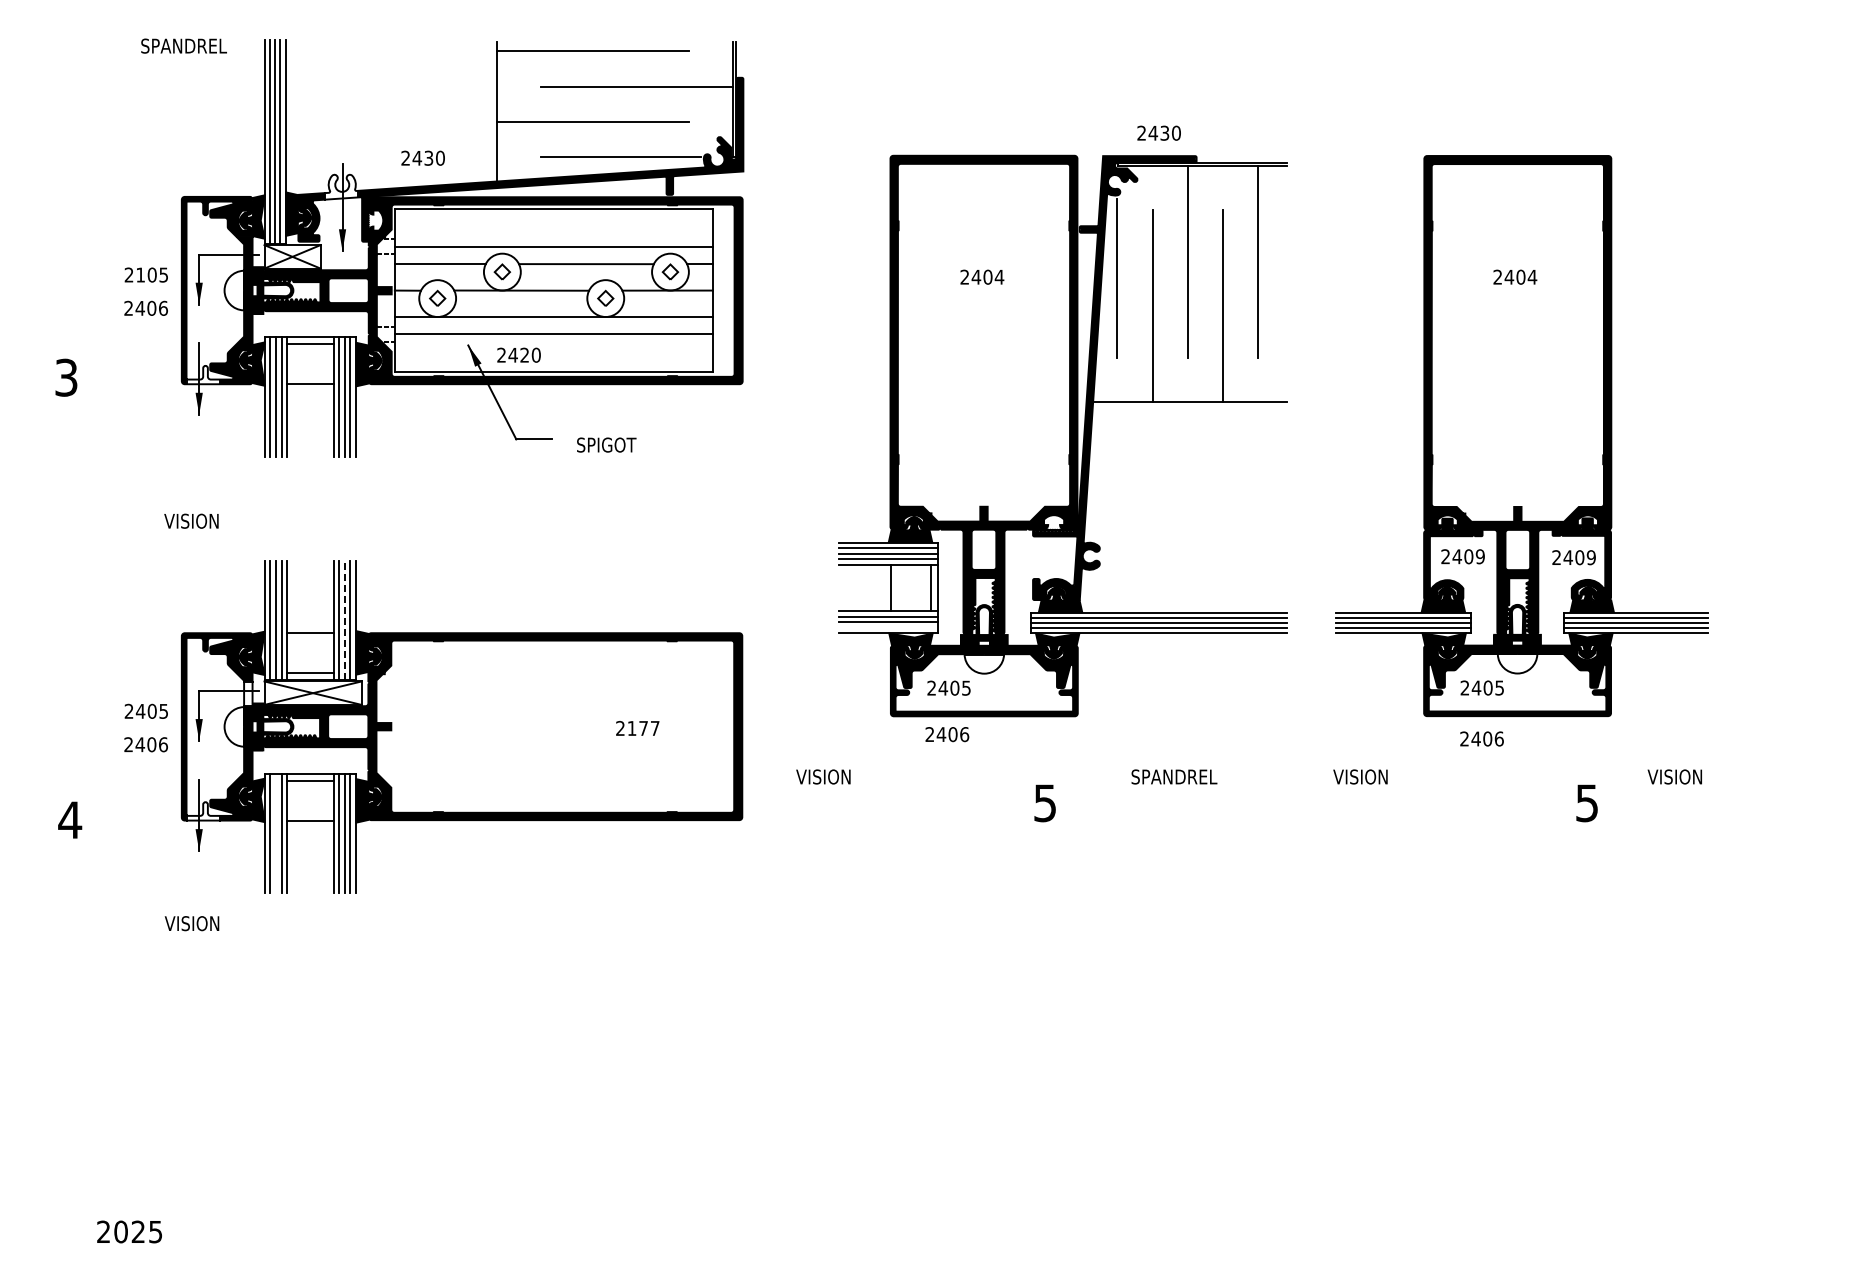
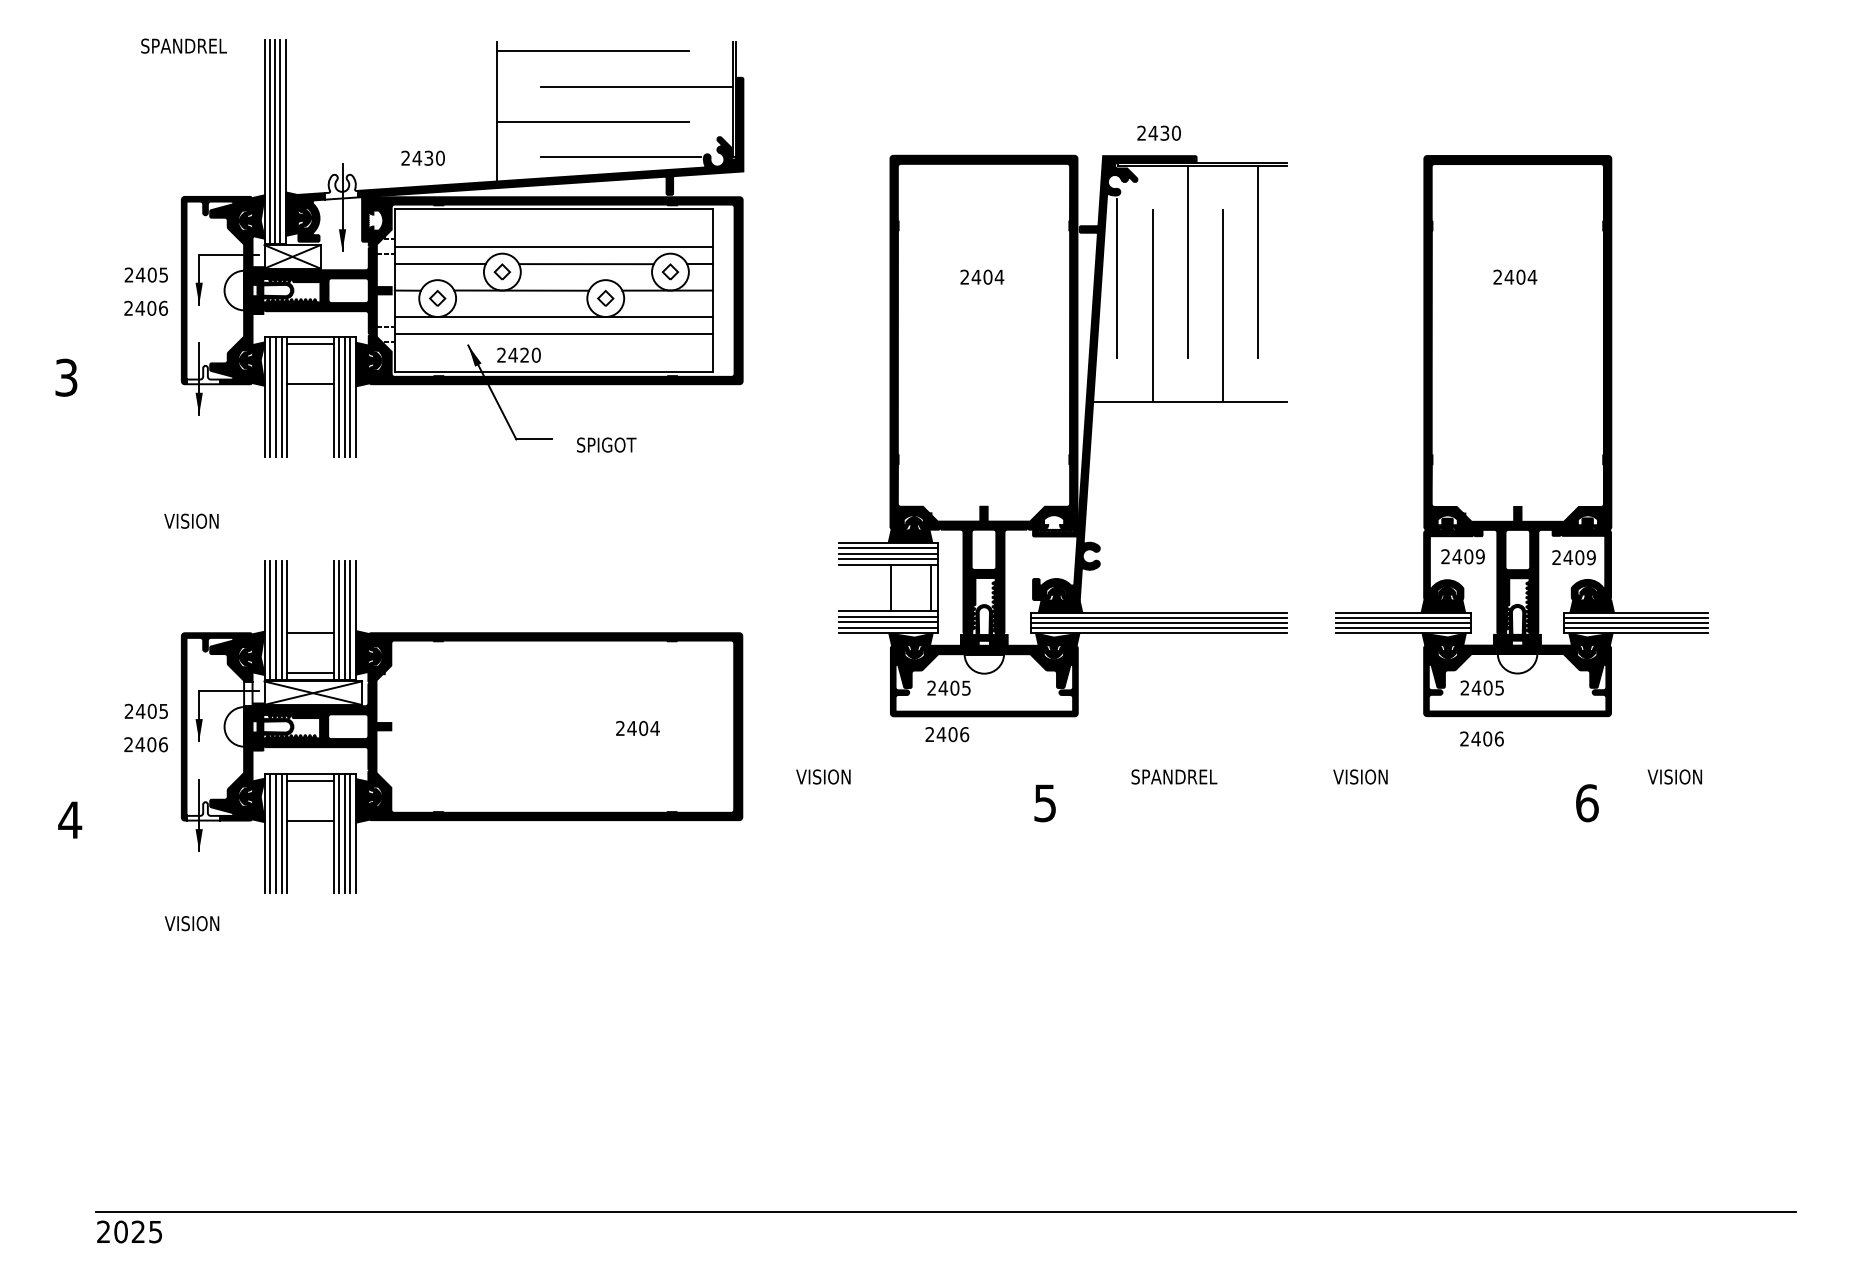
text at (140, 274): 2105 -> 2405
line at (344, 620): dashed -> solid
line at (887, 627): none -> present
text at (643, 728): 2177 -> 2404
text at (1587, 803): 5 -> 6
line at (275, 833): none -> present
line at (946, 1212): none -> present
